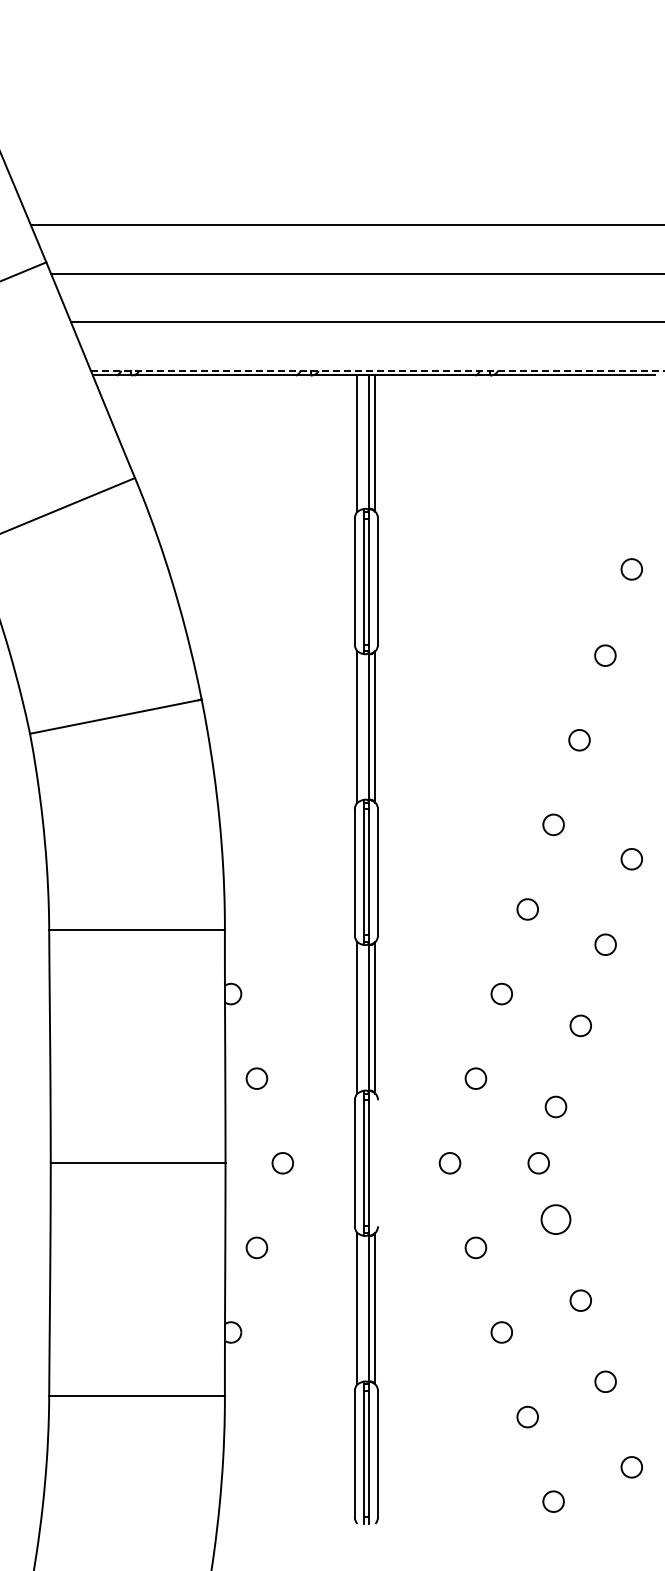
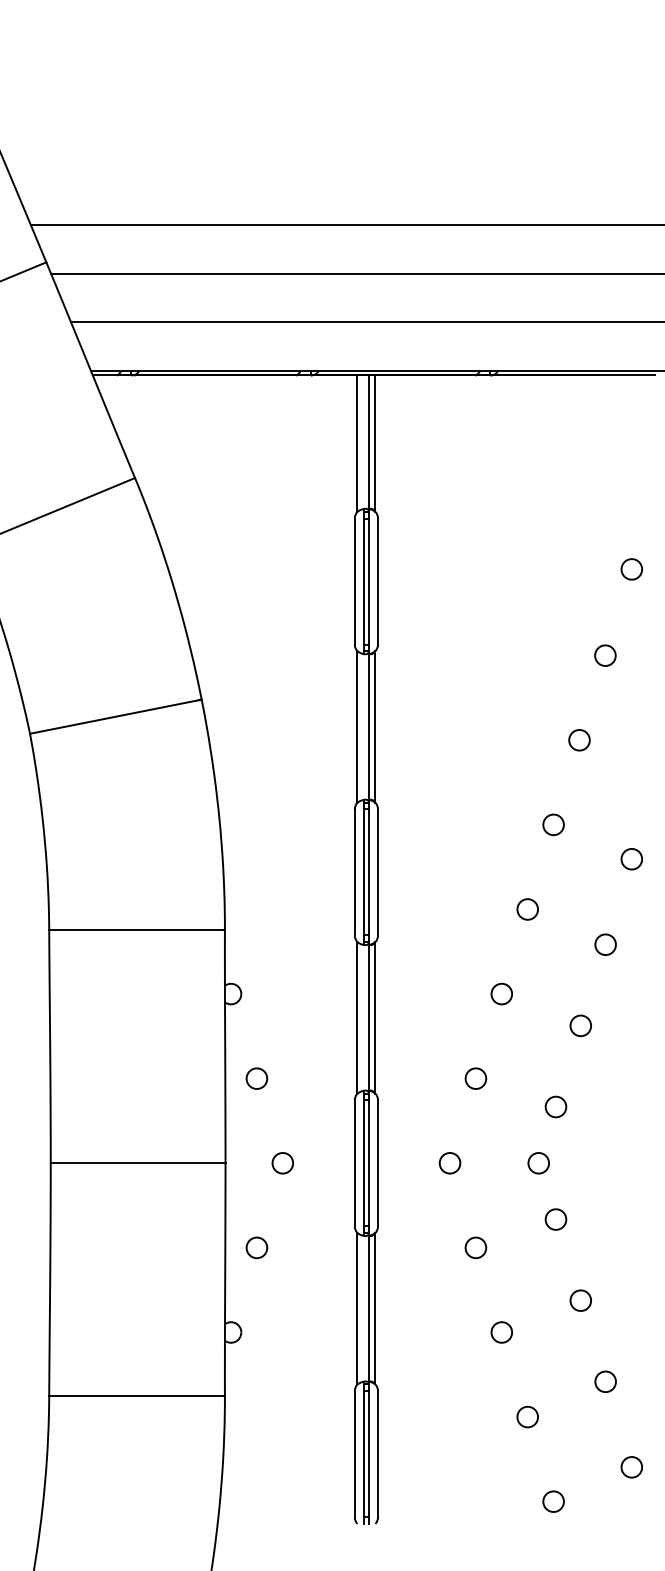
line at (377, 370): dashed -> solid
line at (378, 1163): none -> present
circle at (555, 1219) size: 32x31 px -> 24x23 px
